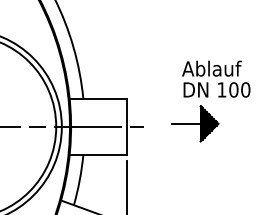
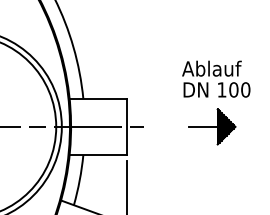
part at (195, 123) position: (195, 123) -> (212, 126)
